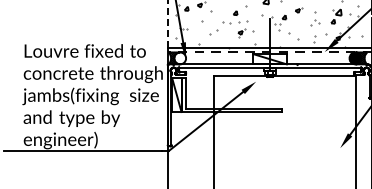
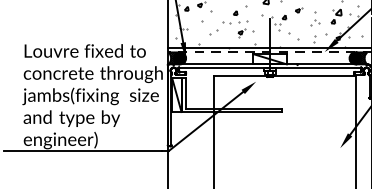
line at (168, 24): dashed -> solid
hatch at (180, 58): none -> present
